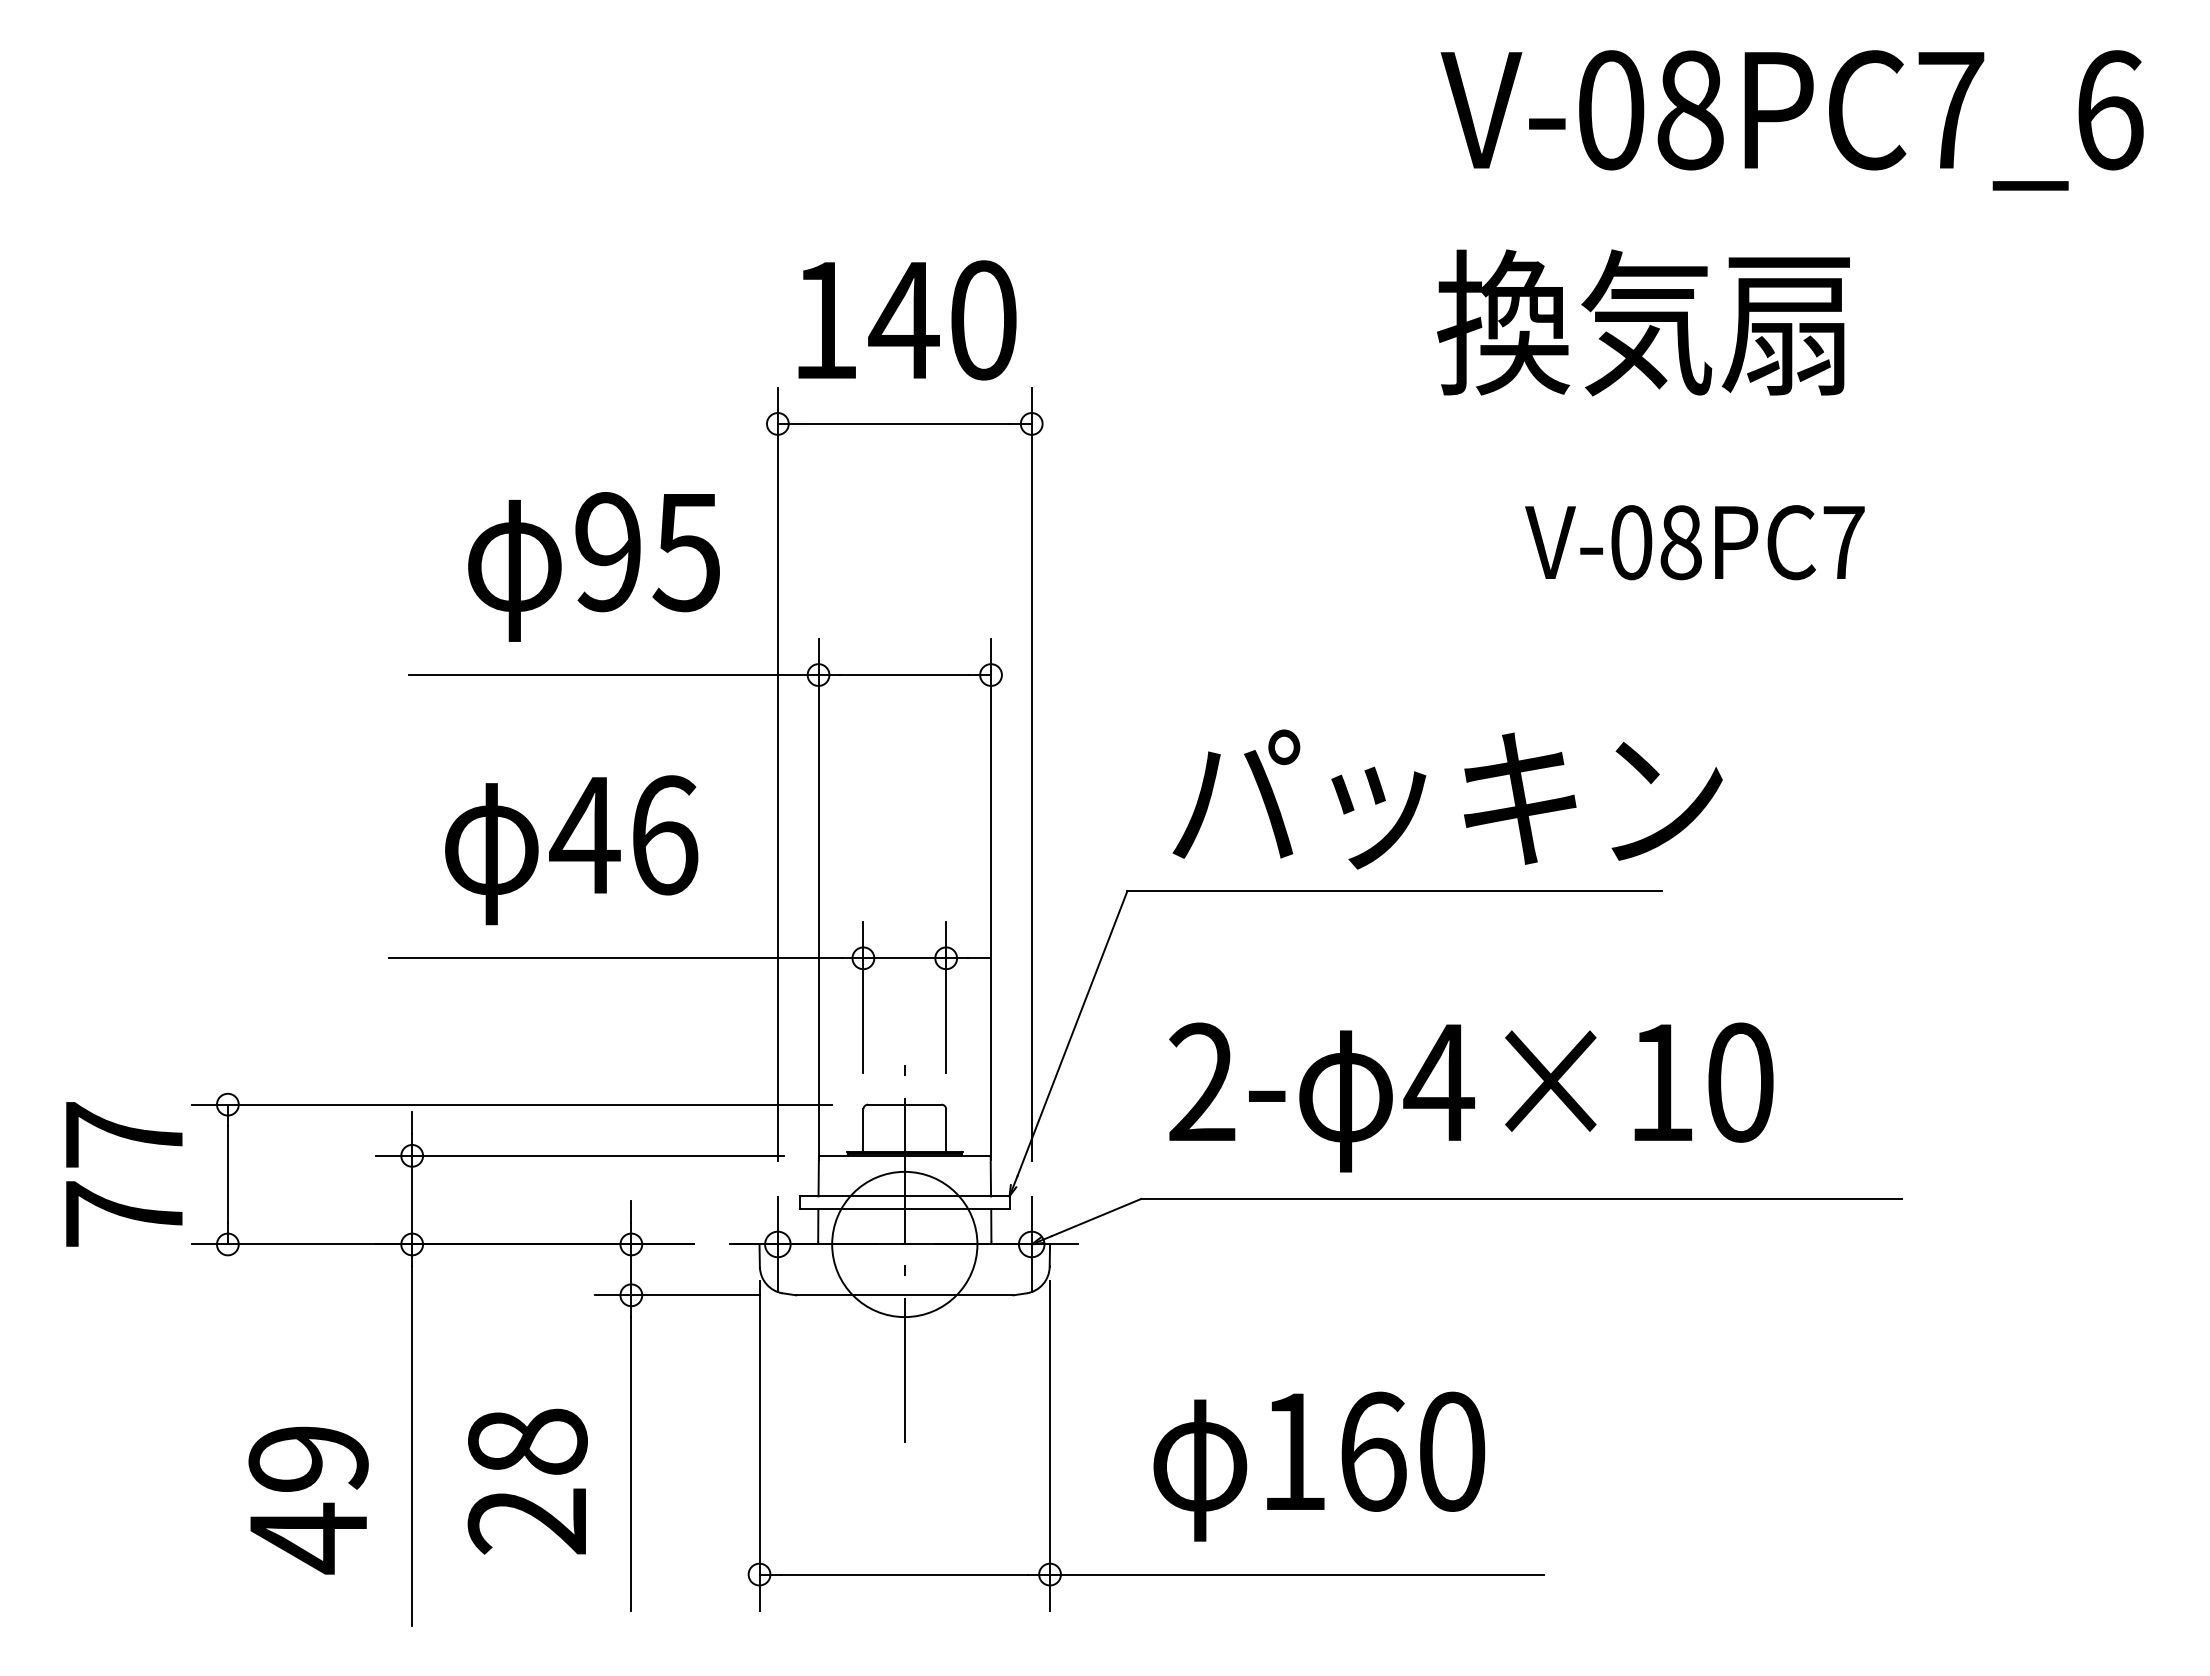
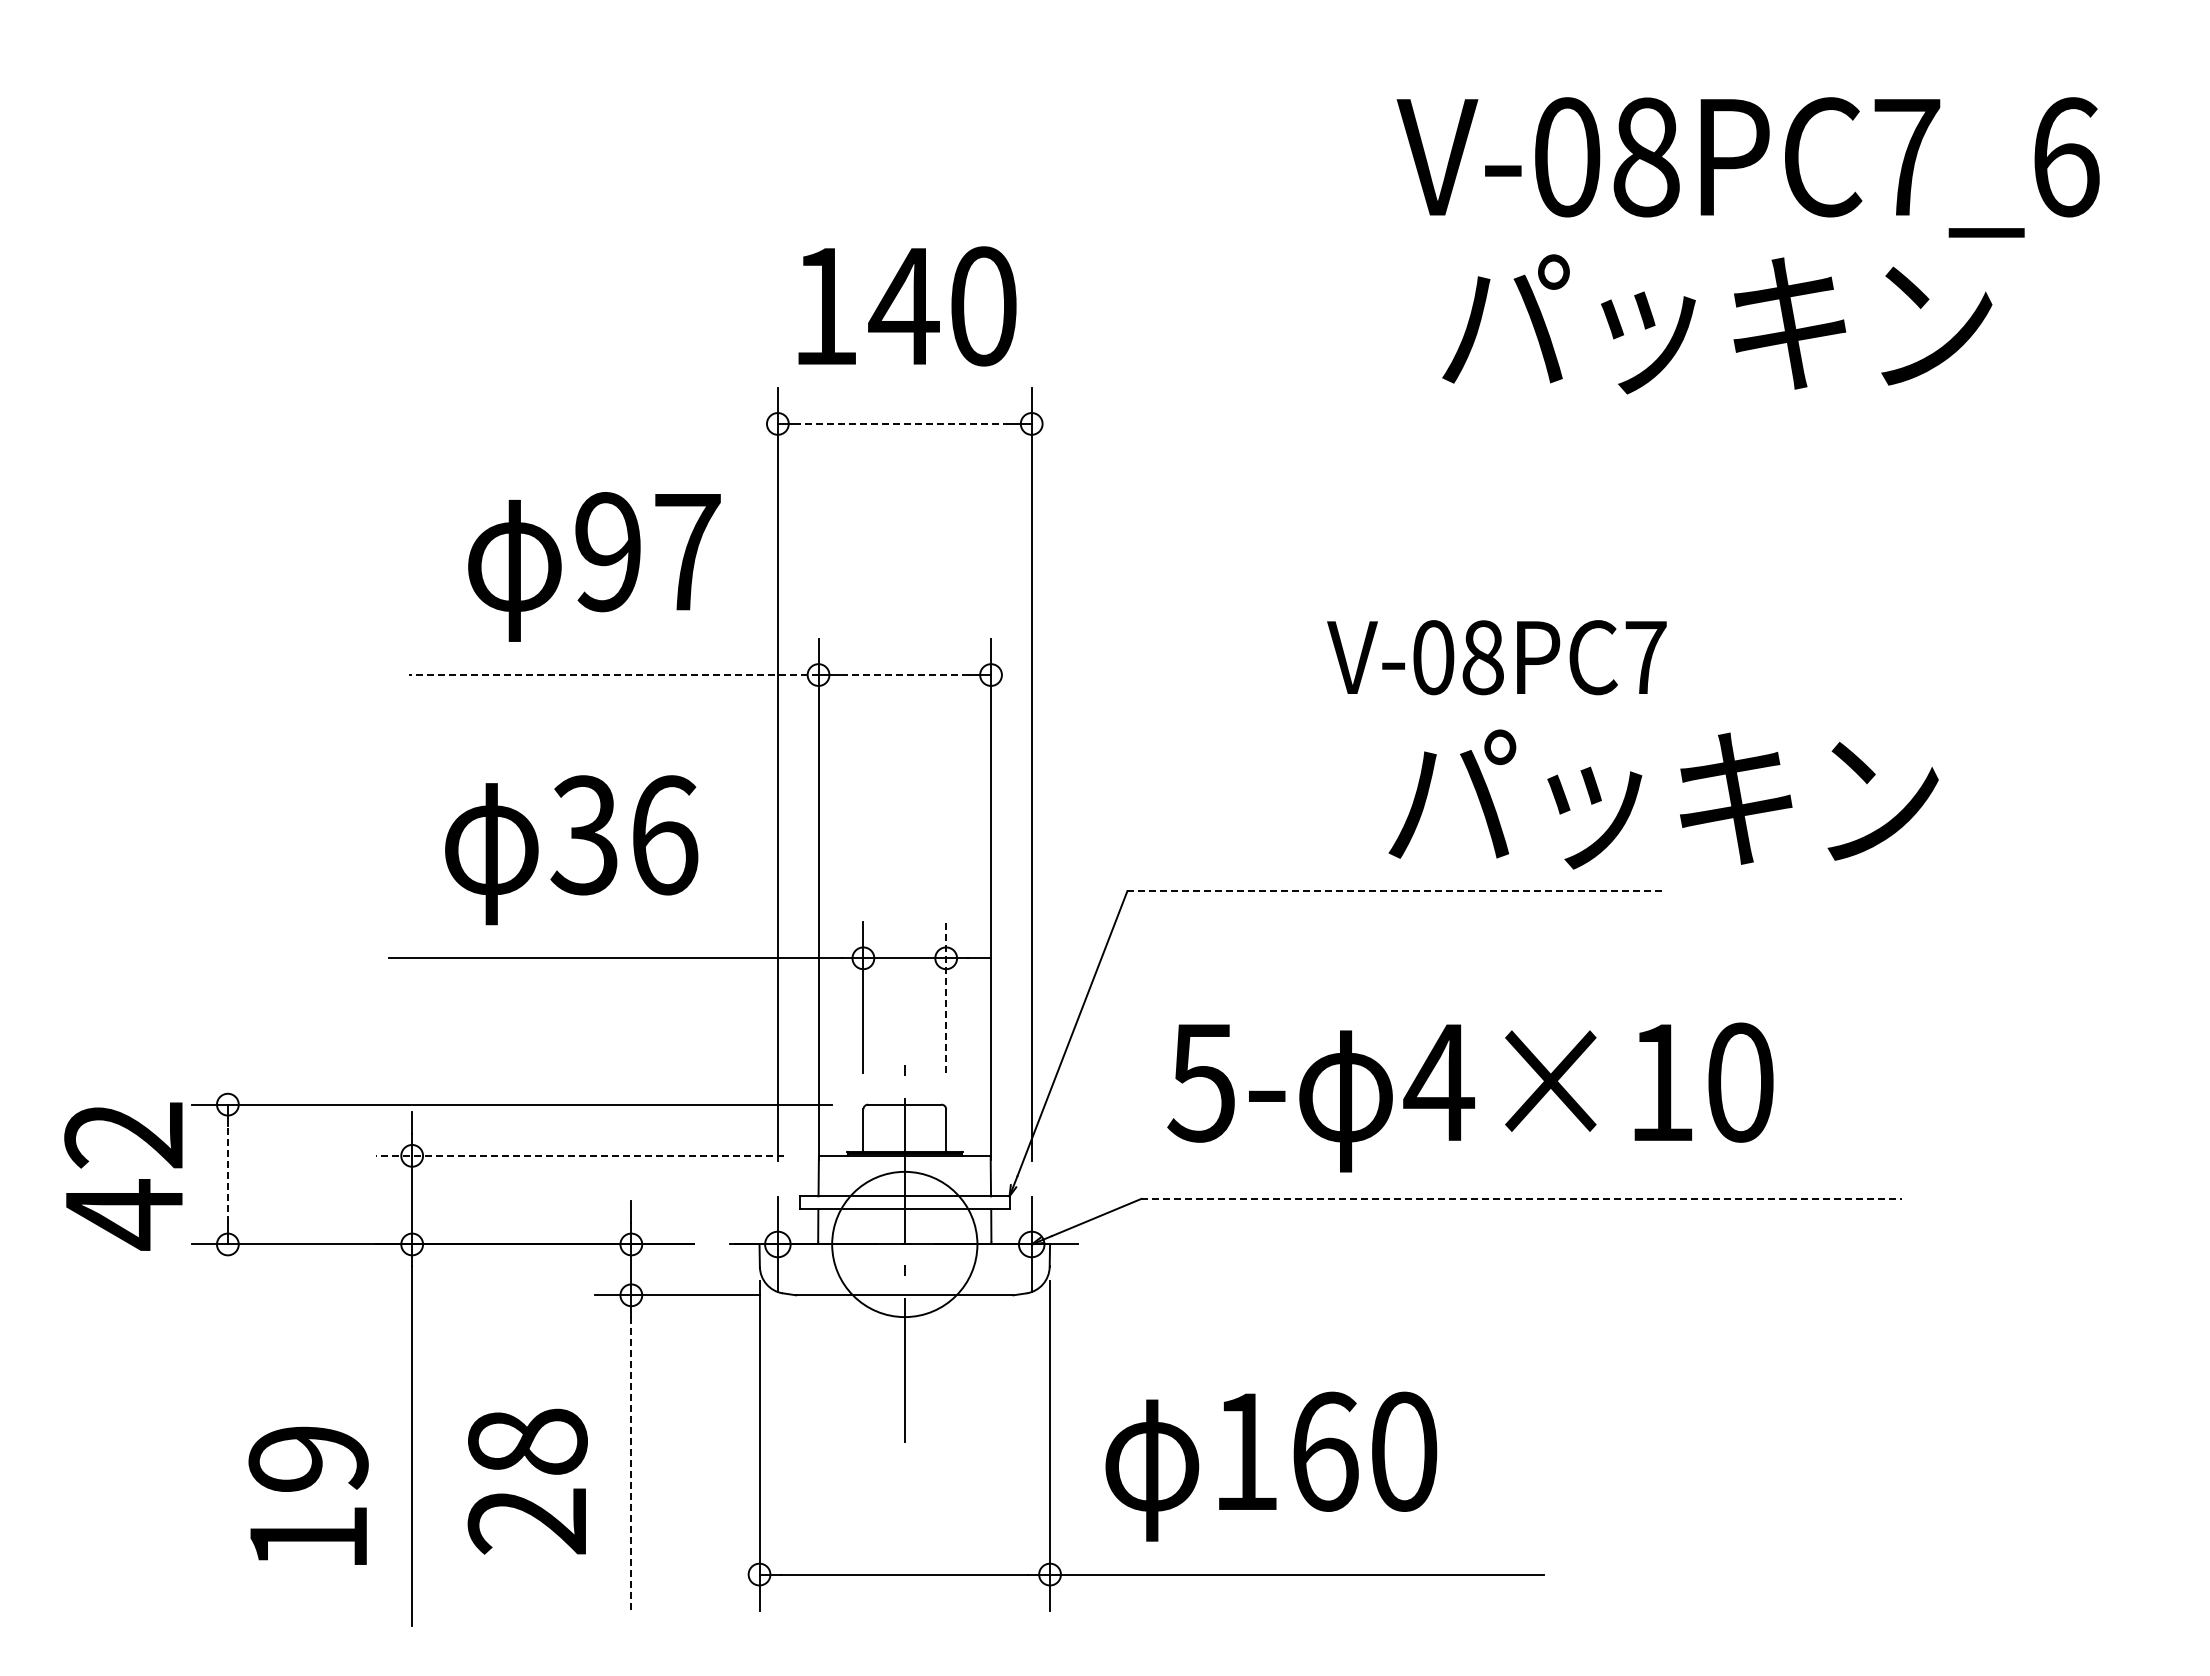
text at (1791, 120) position: (1791, 120) -> (1747, 167)
text at (907, 320) position: (907, 320) -> (907, 306)
text at (1714, 322): 換気扇 -> パッキン
line at (904, 423): solid -> dashed
text at (1694, 542) position: (1694, 542) -> (1496, 657)
text at (686, 553): 95 -> 97
line at (613, 675): solid -> dashed
line at (904, 675): solid -> dashed
text at (1447, 799) position: (1447, 799) -> (1663, 799)
text at (584, 835): 46 -> 36
line at (1395, 891): solid -> dashed
line at (946, 997): solid -> dashed
text at (1201, 1082): 2- -> 5-
line at (579, 1155): solid -> dashed
line at (227, 1174): solid -> dashed
text at (123, 1176): 77 -> 42
line at (1522, 1198): solid -> dashed
line at (631, 1464): solid -> dashed
text at (1319, 1466) position: (1319, 1466) -> (1271, 1466)
text at (308, 1538): 49 -> 19
